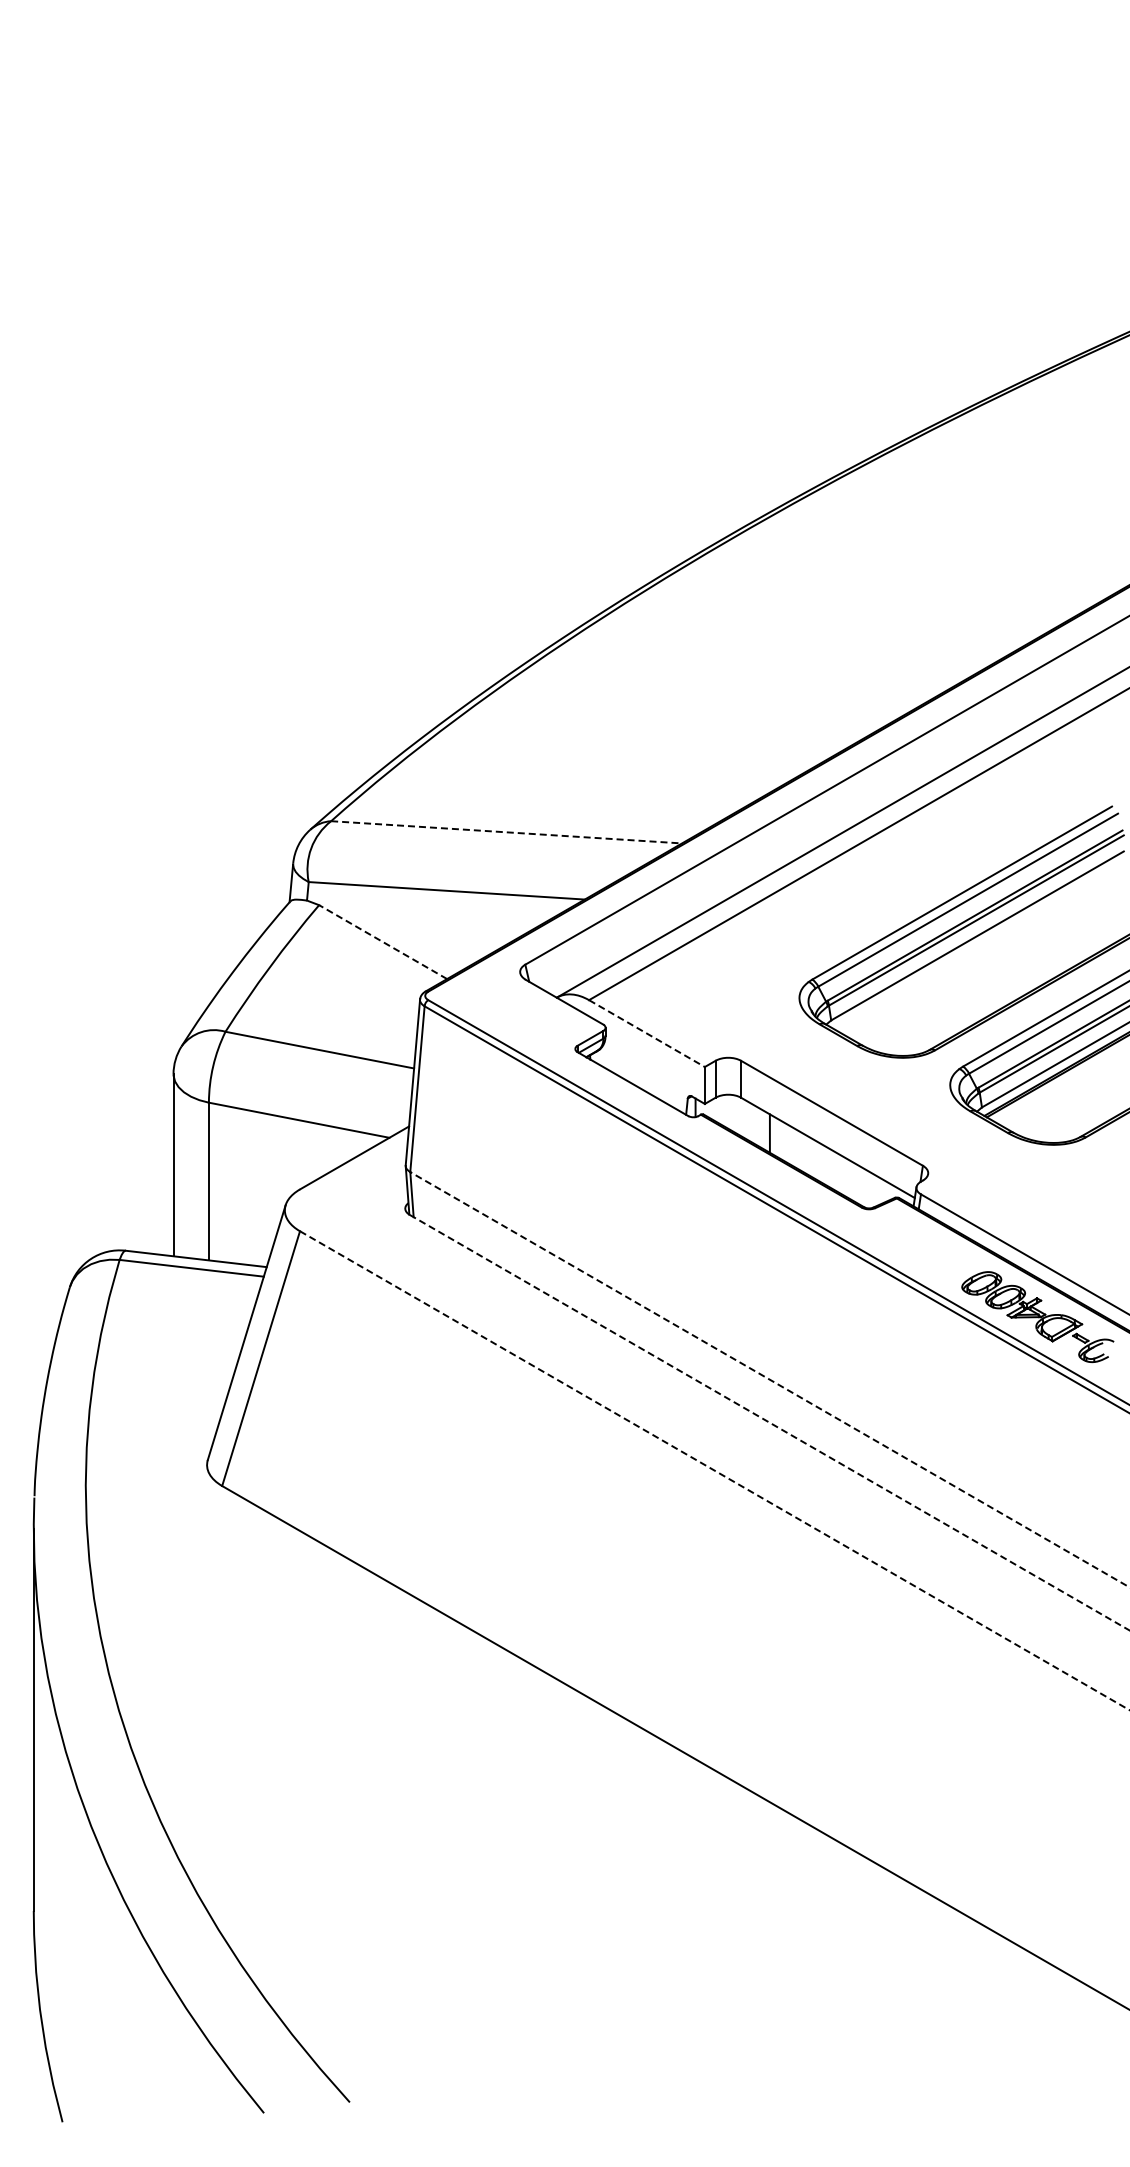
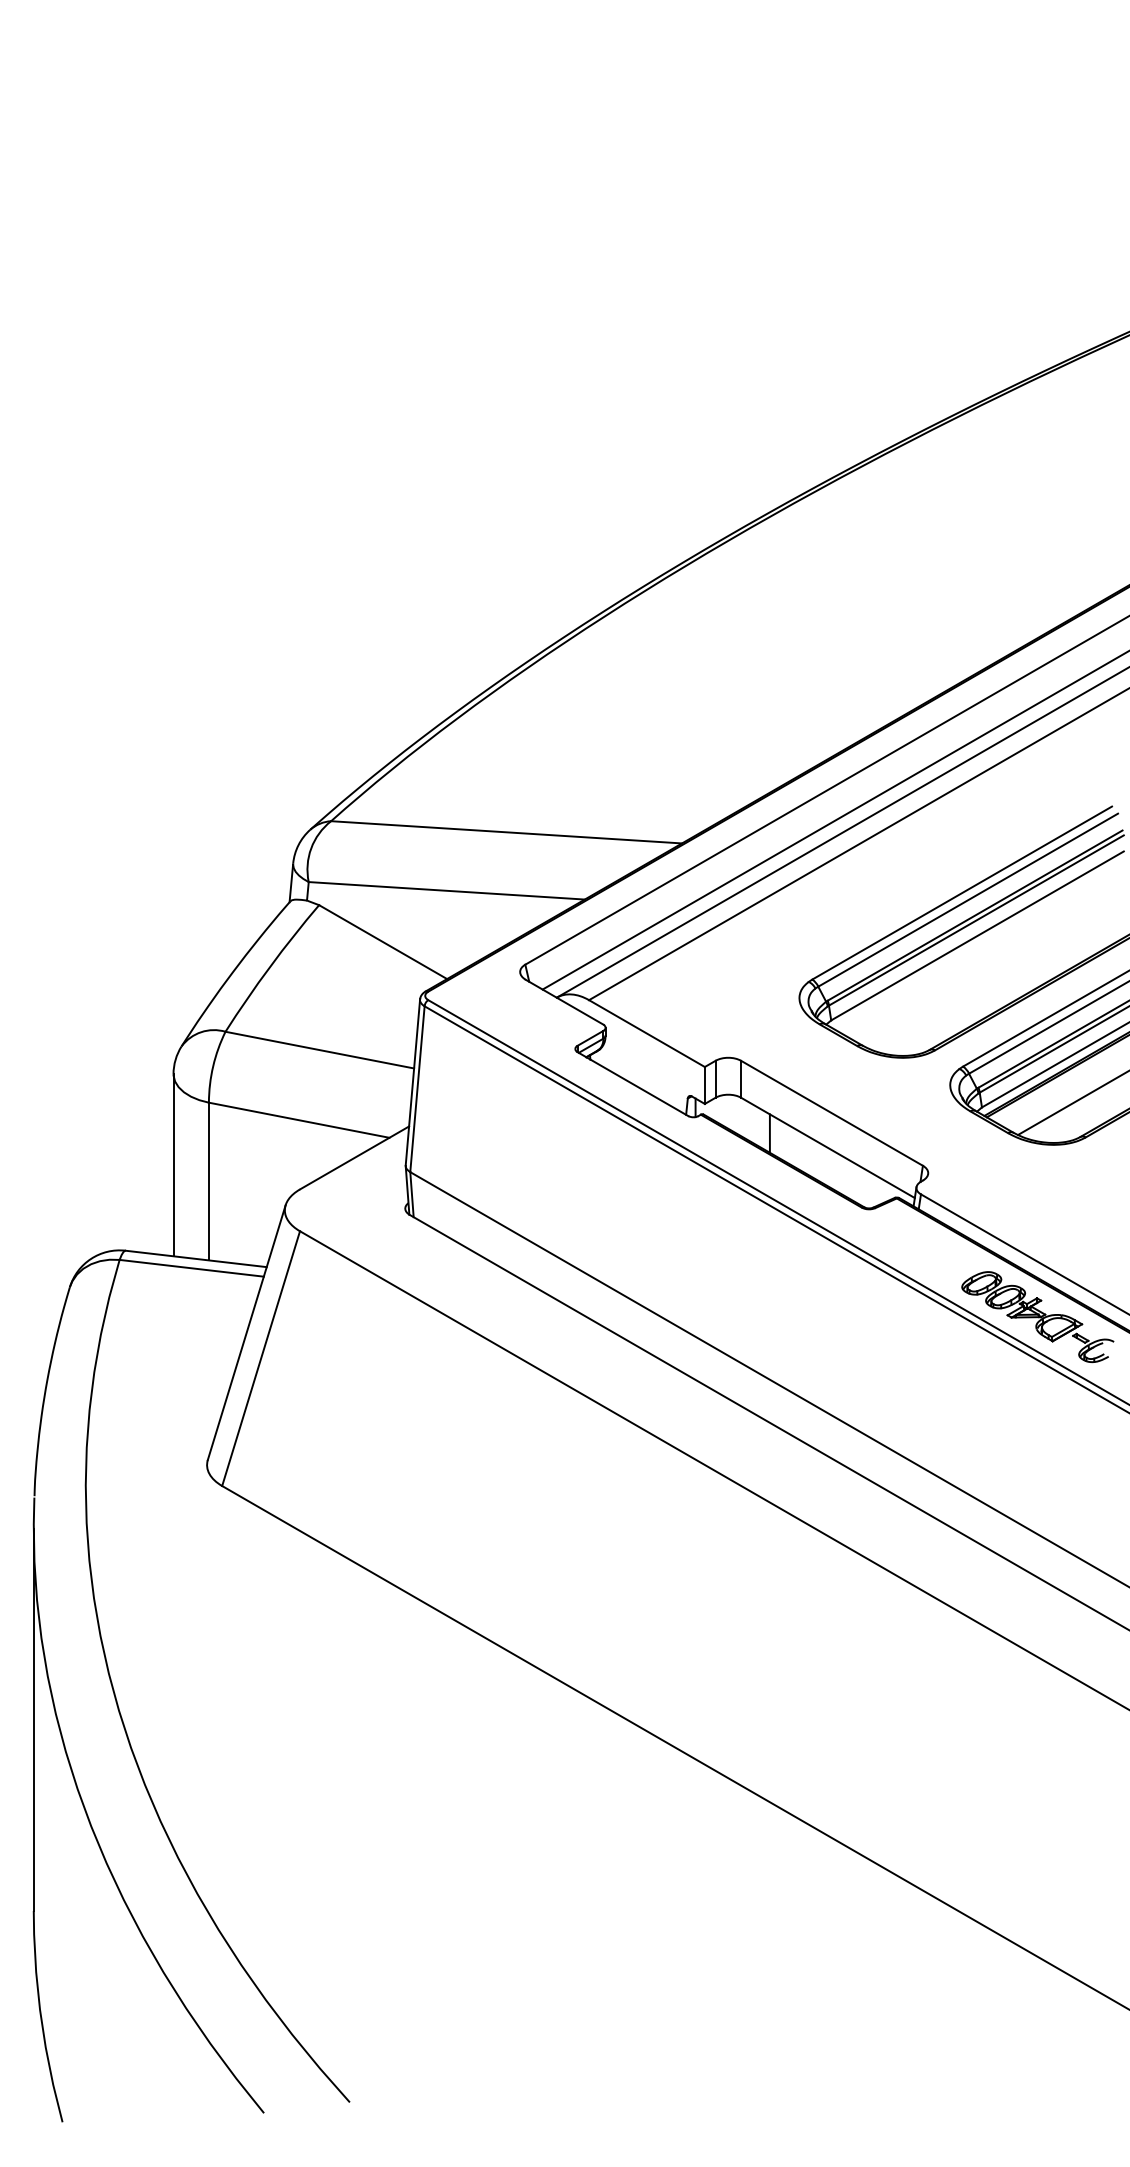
line at (834, 820): none -> present
line at (506, 832): dashed -> solid
line at (383, 942): dashed -> solid
line at (646, 1033): dashed -> solid
line at (1072, 1103): none -> present
line at (769, 1379): dashed -> solid
line at (770, 1422): dashed -> solid
line at (714, 1470): dashed -> solid
